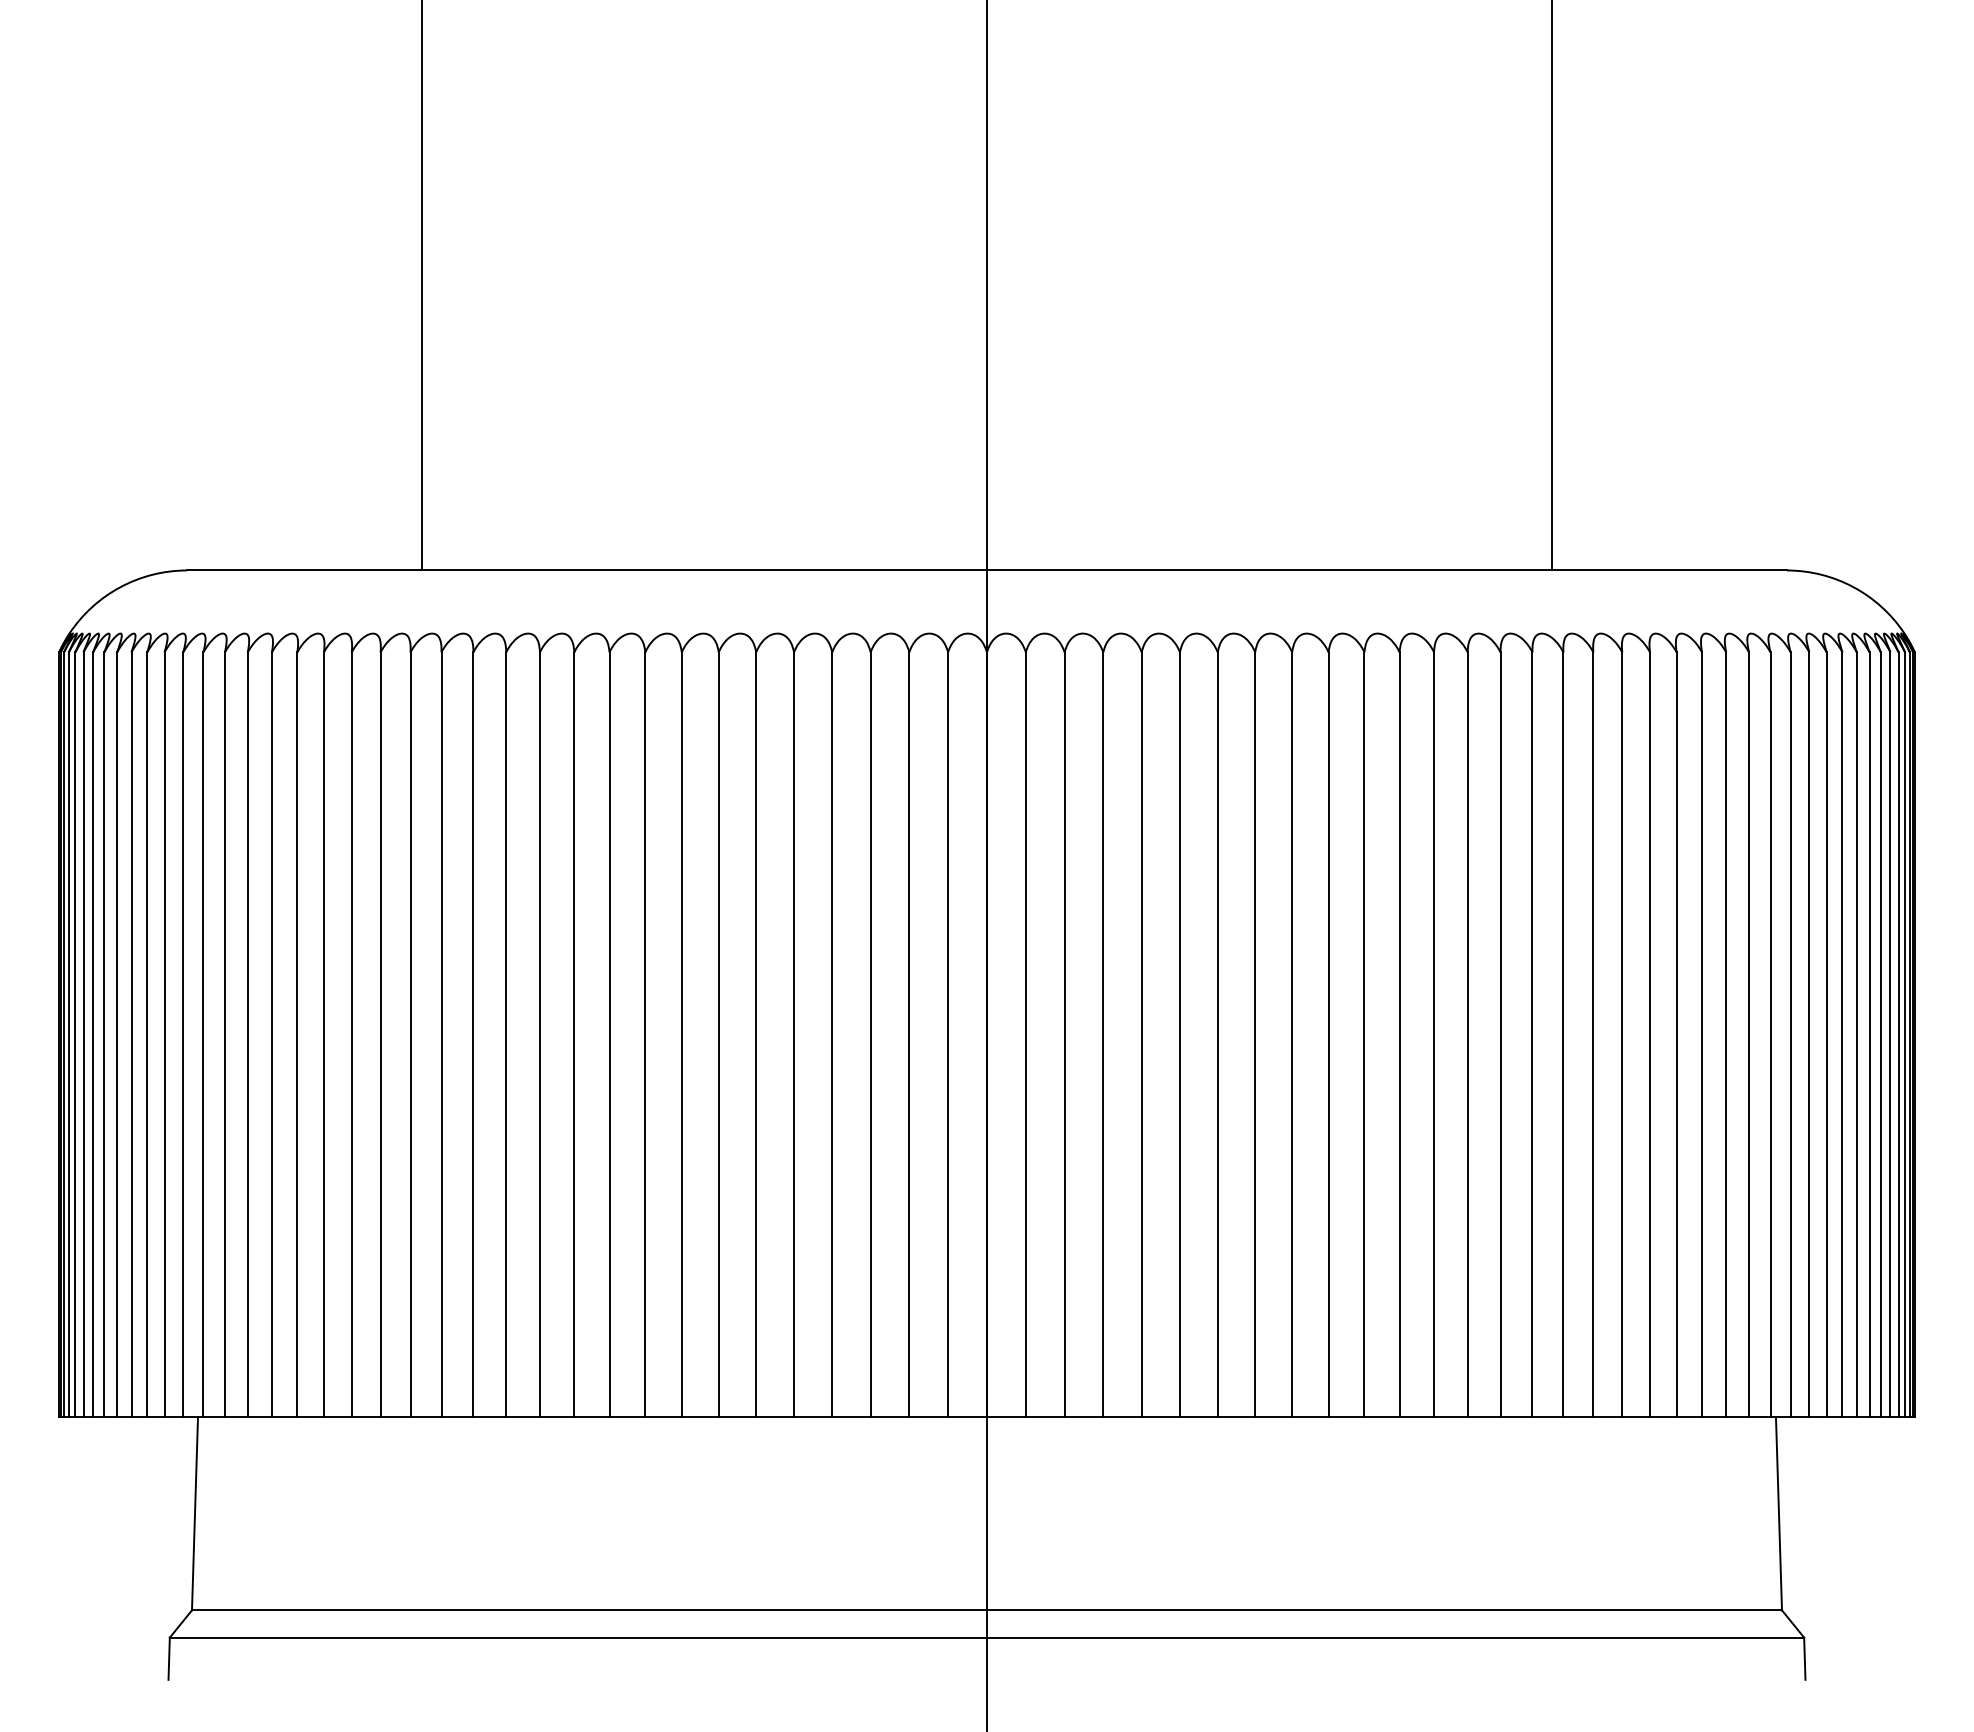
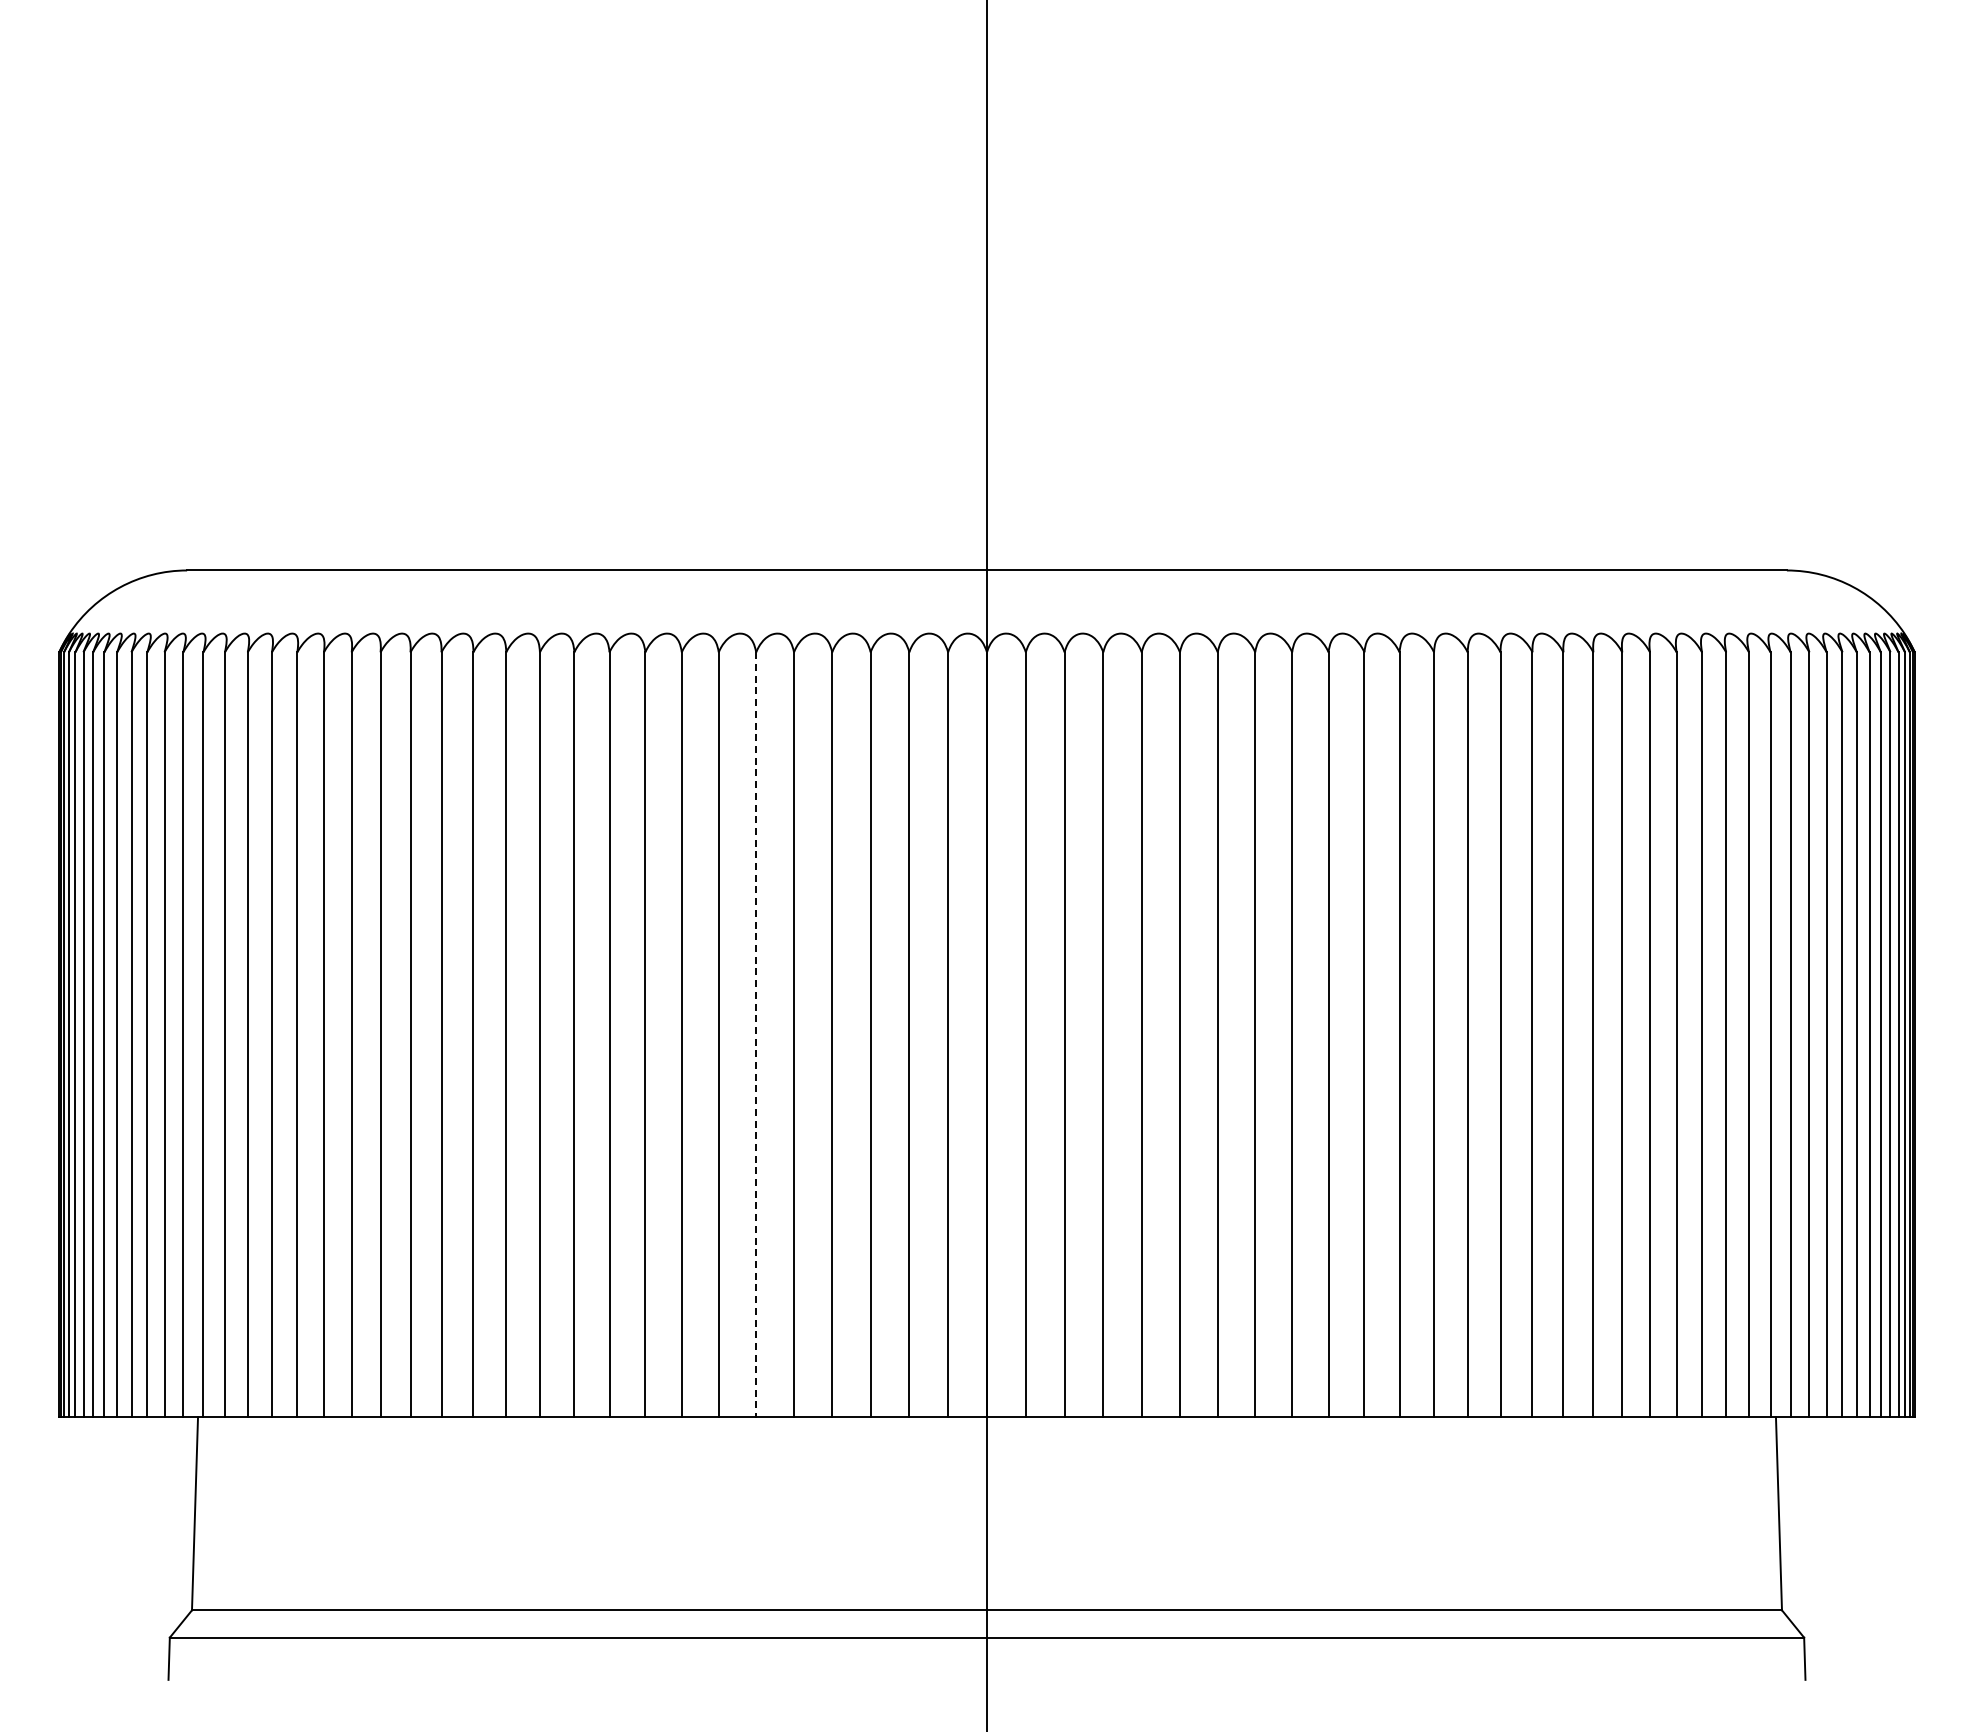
line at (422, 286): present -> none
line at (1551, 286): present -> none
line at (756, 1034): solid -> dashed
